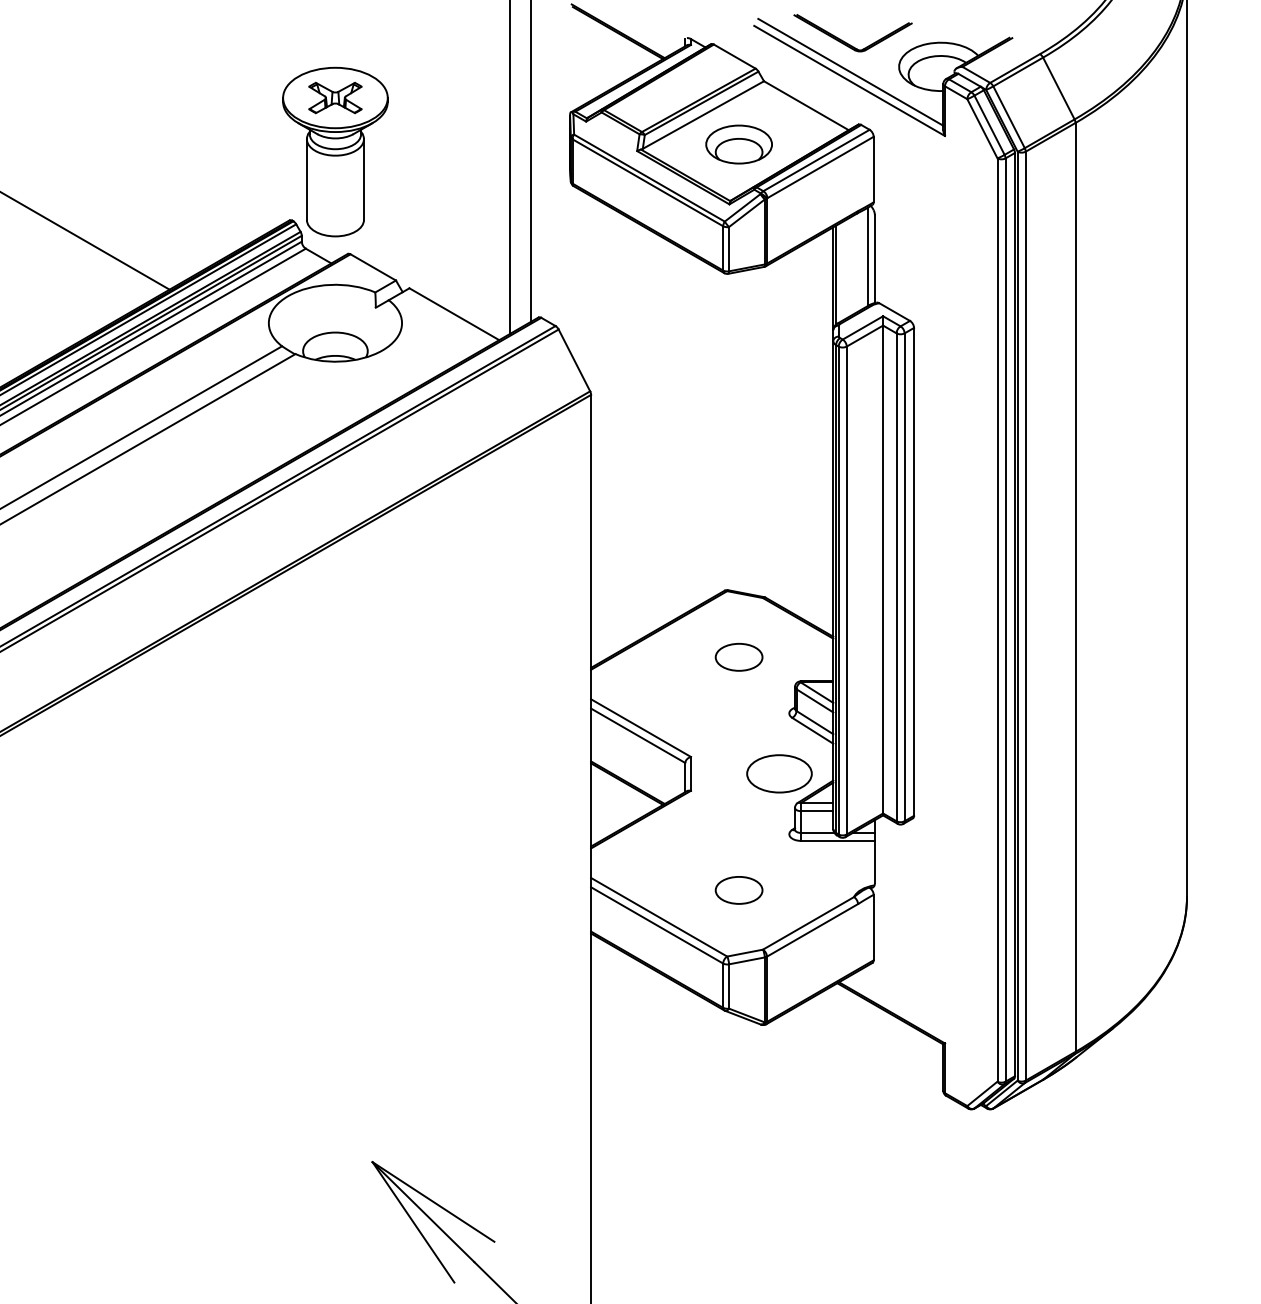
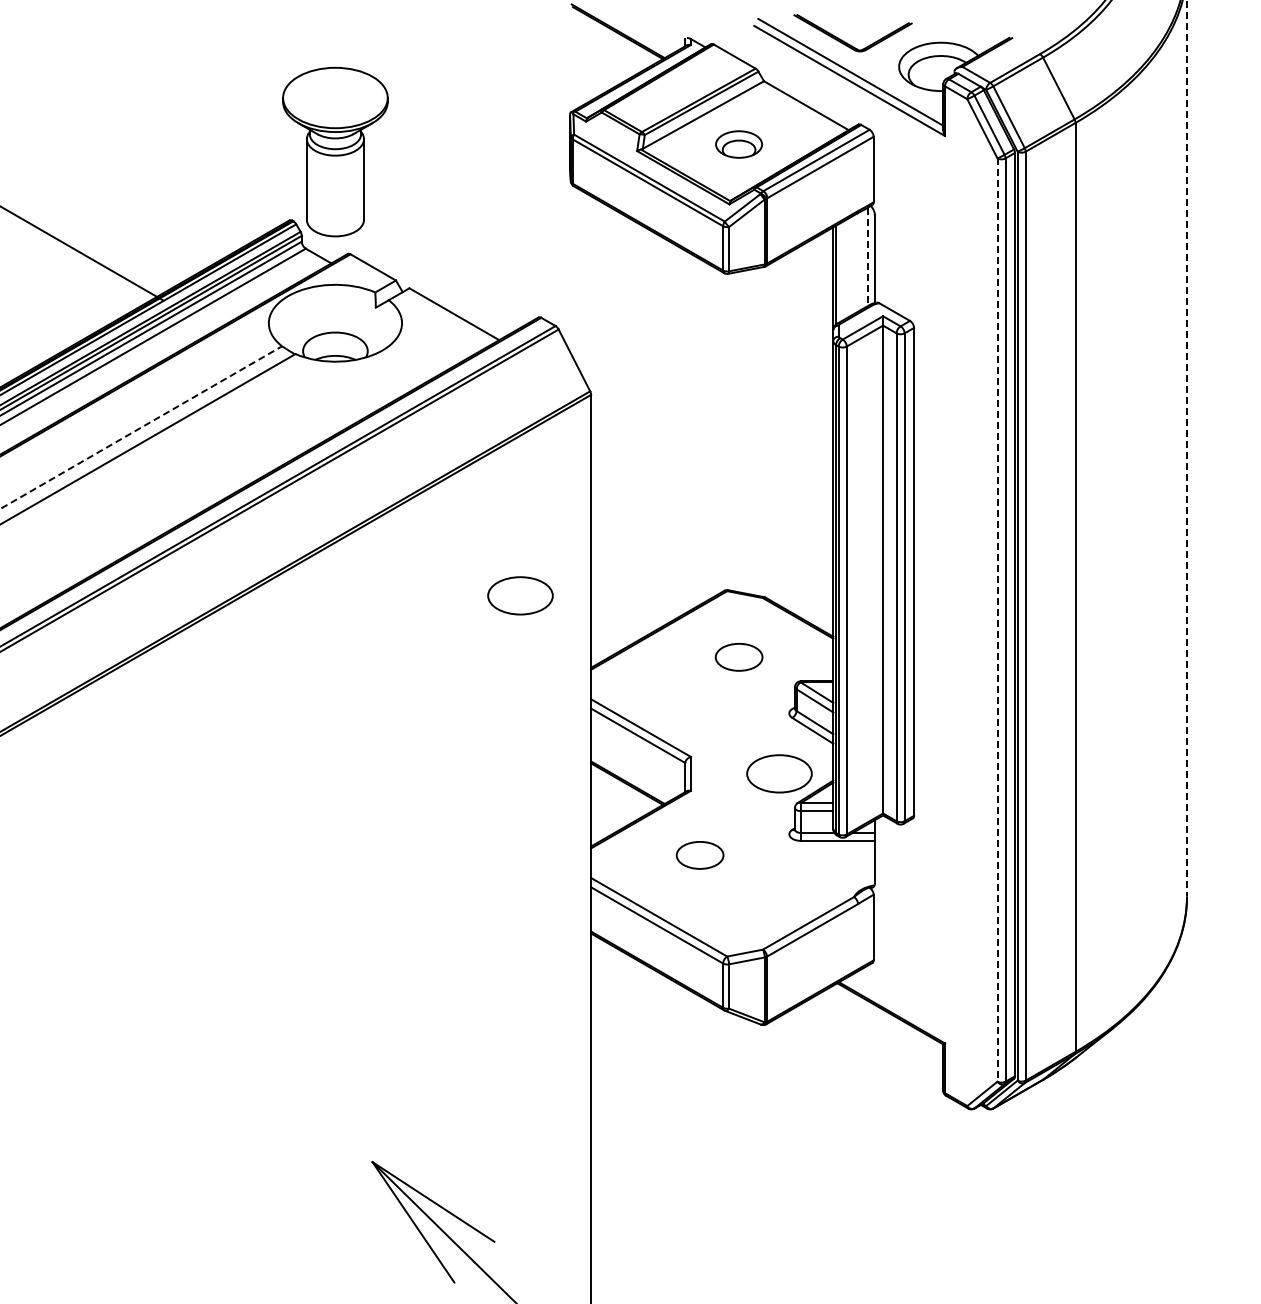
part at (335, 97): present -> none
part at (738, 144) size: 68x41 px -> 48x29 px
line at (530, 162): present -> none
line at (510, 167): present -> none
line at (85, 241) position: (85, 241) -> (82, 253)
line at (868, 257): solid -> dashed
line at (141, 427): solid -> dashed
line at (1187, 448): solid -> dashed
part at (520, 595): none -> present
line at (997, 620): solid -> dashed
part at (738, 890) position: (738, 890) -> (699, 855)
